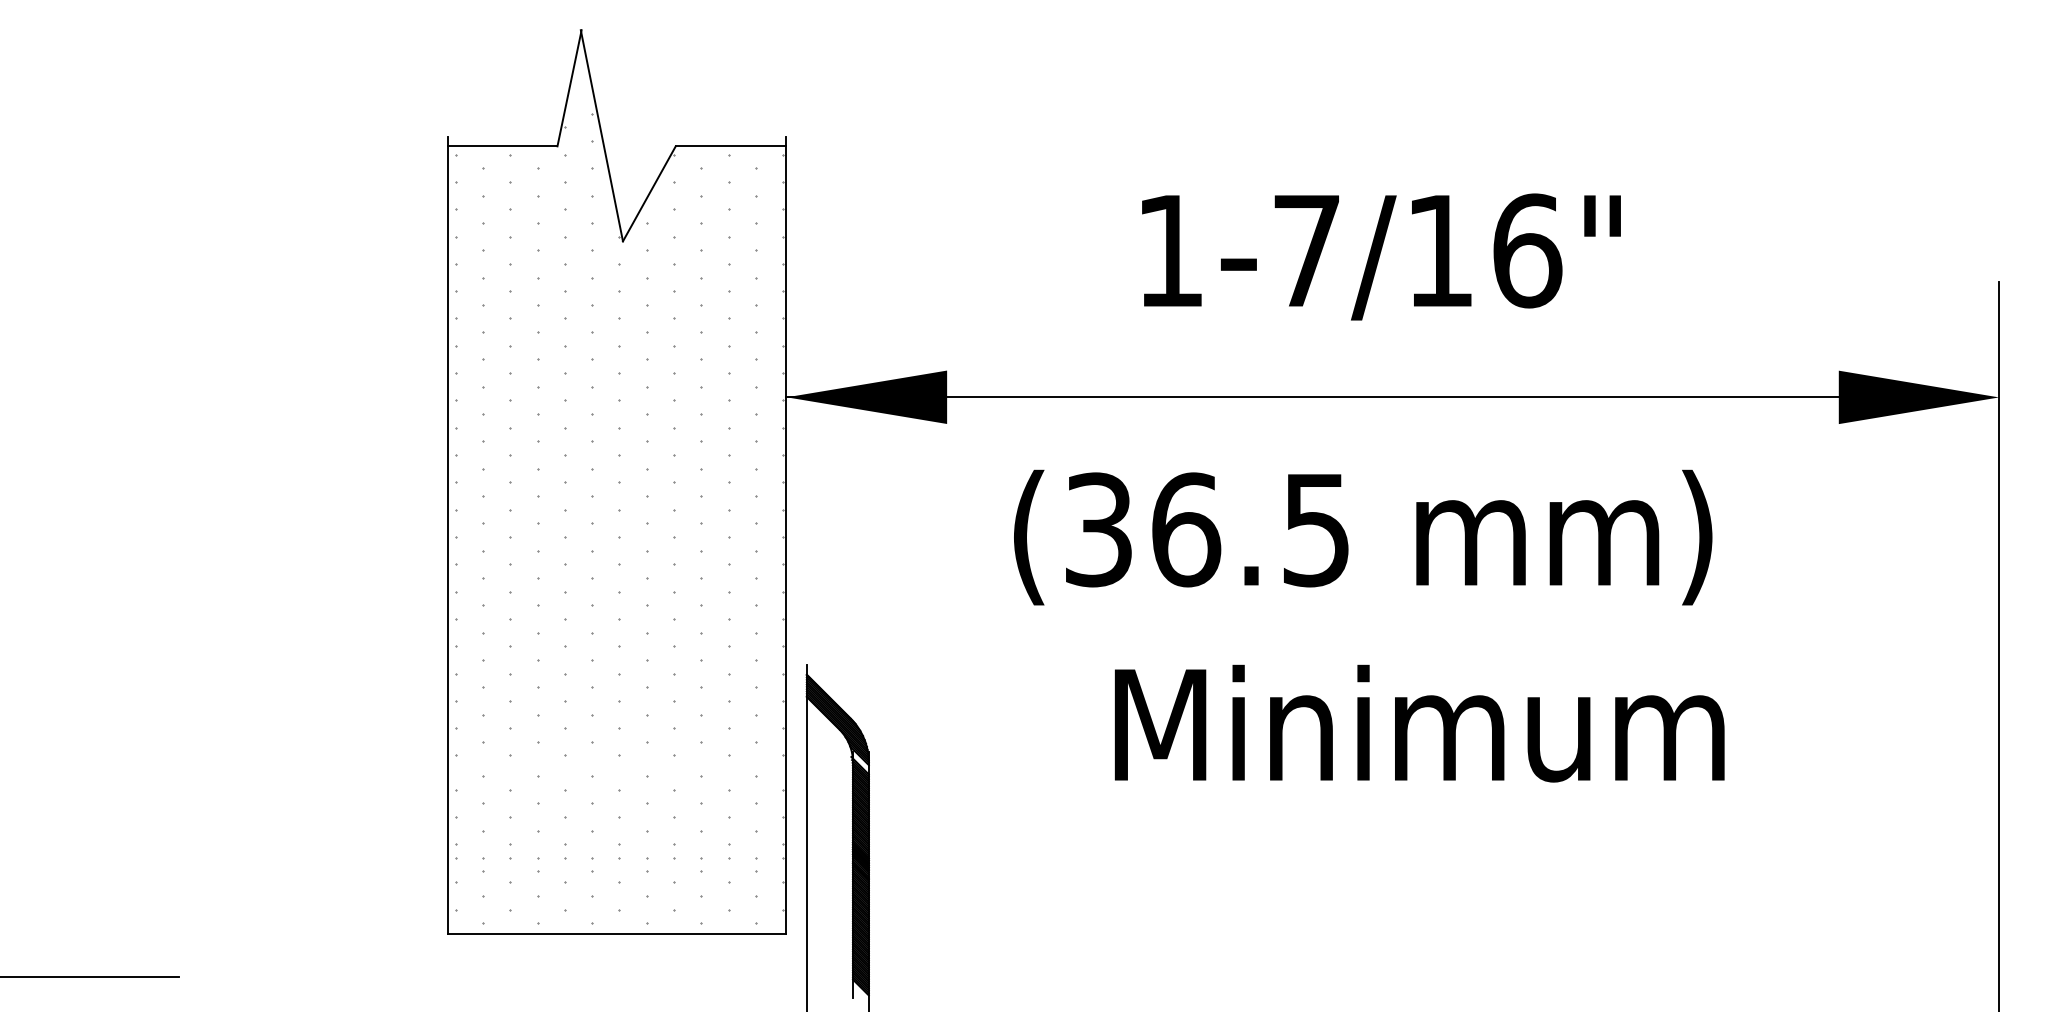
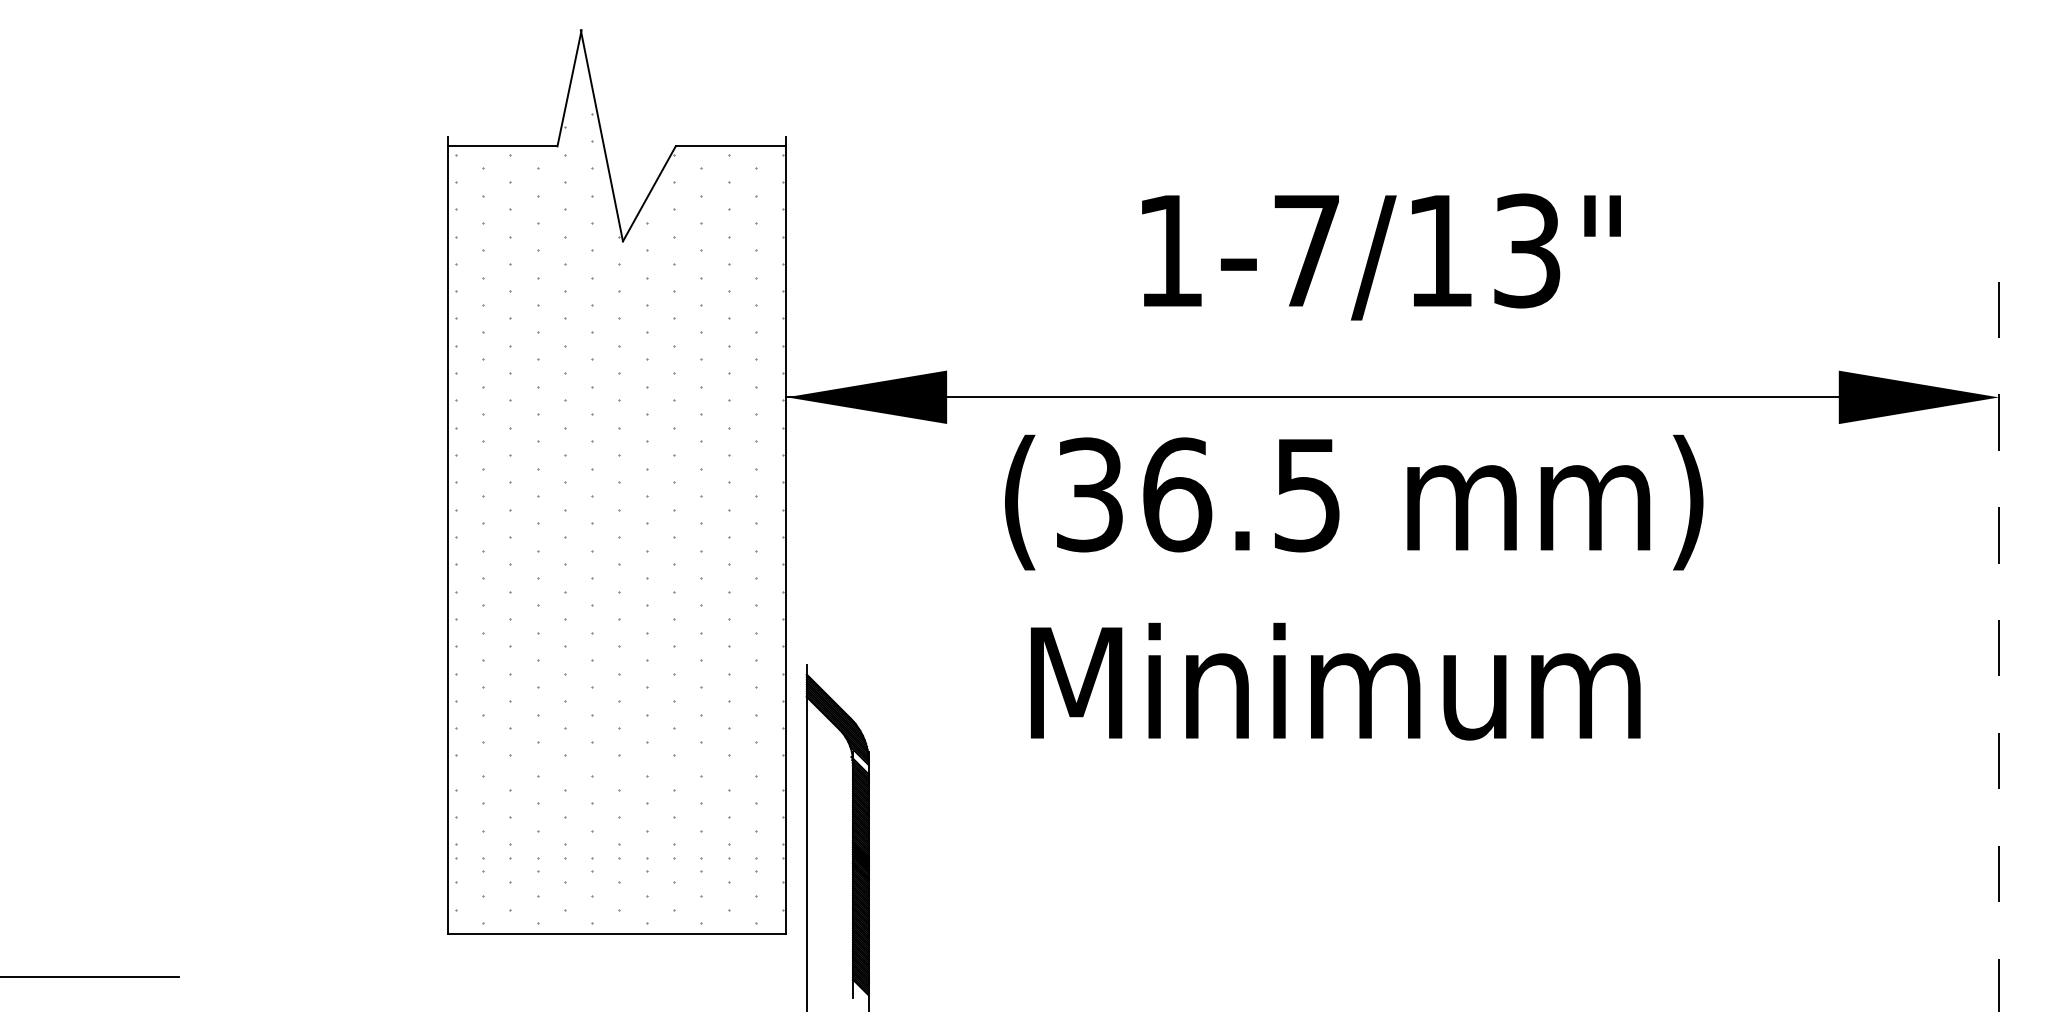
text at (1527, 250): 1-7/16" -> 1-7/13"
text at (1363, 537) position: (1363, 537) -> (1354, 502)
line at (1999, 647): solid -> dashed
text at (1419, 723) position: (1419, 723) -> (1335, 681)
